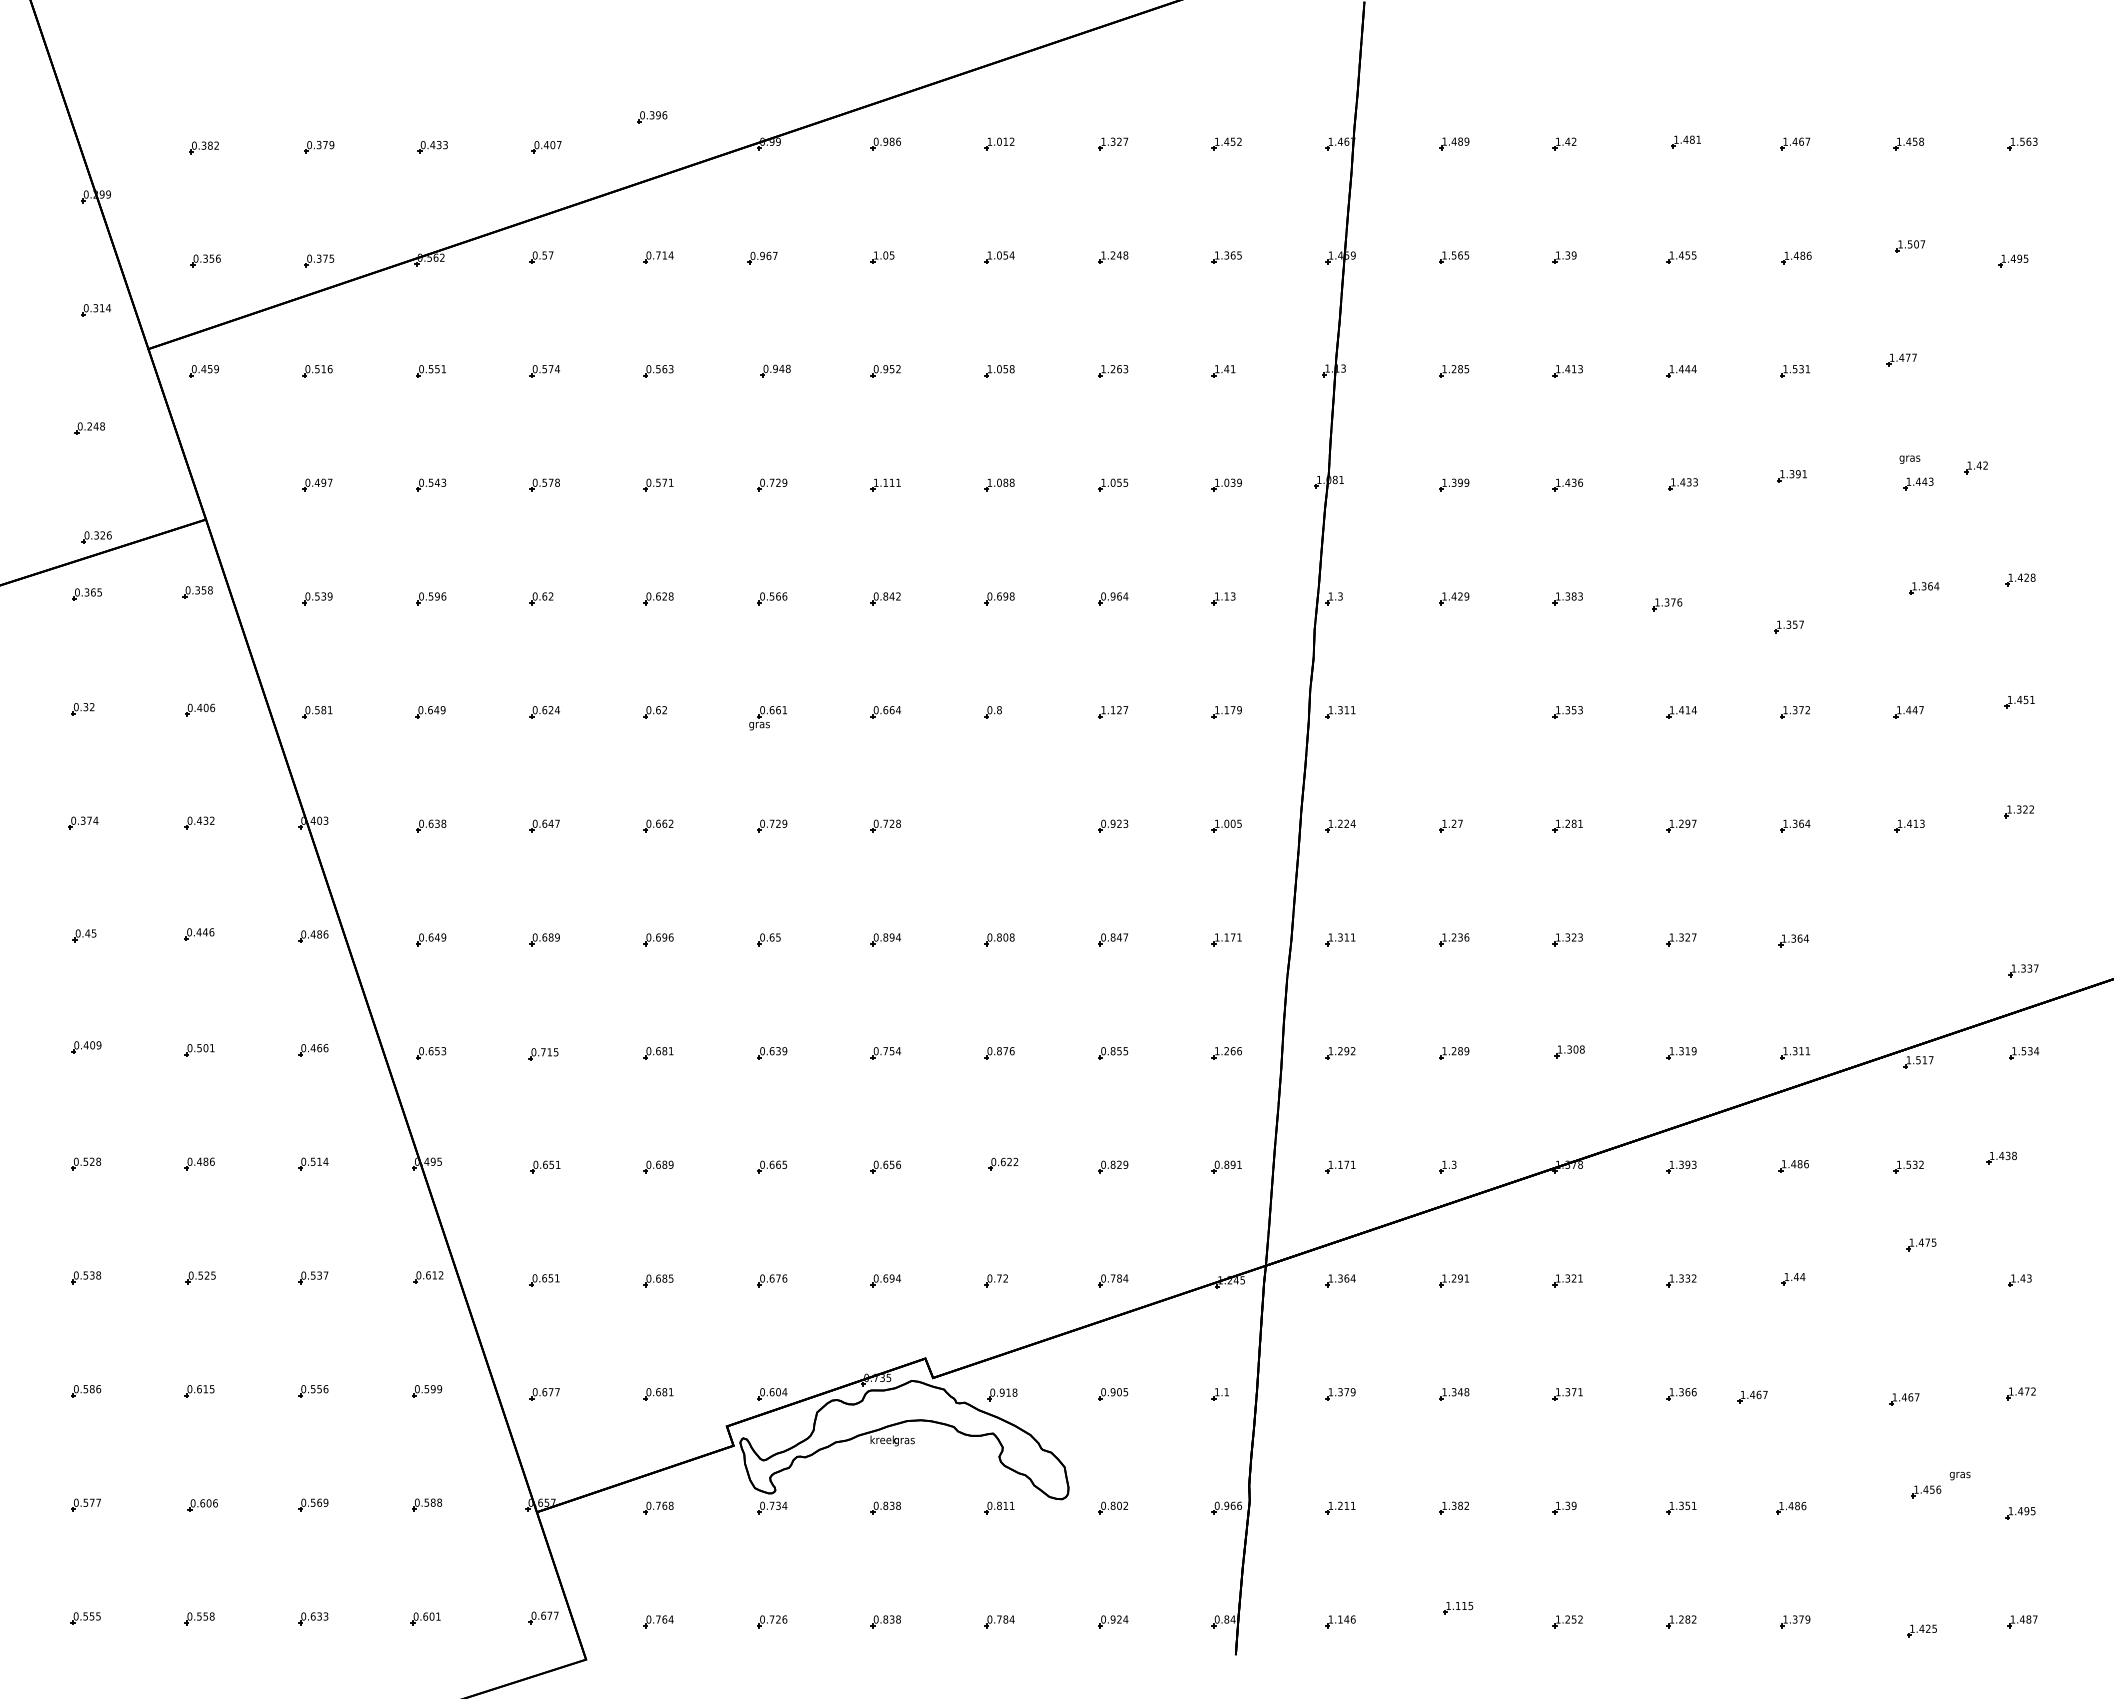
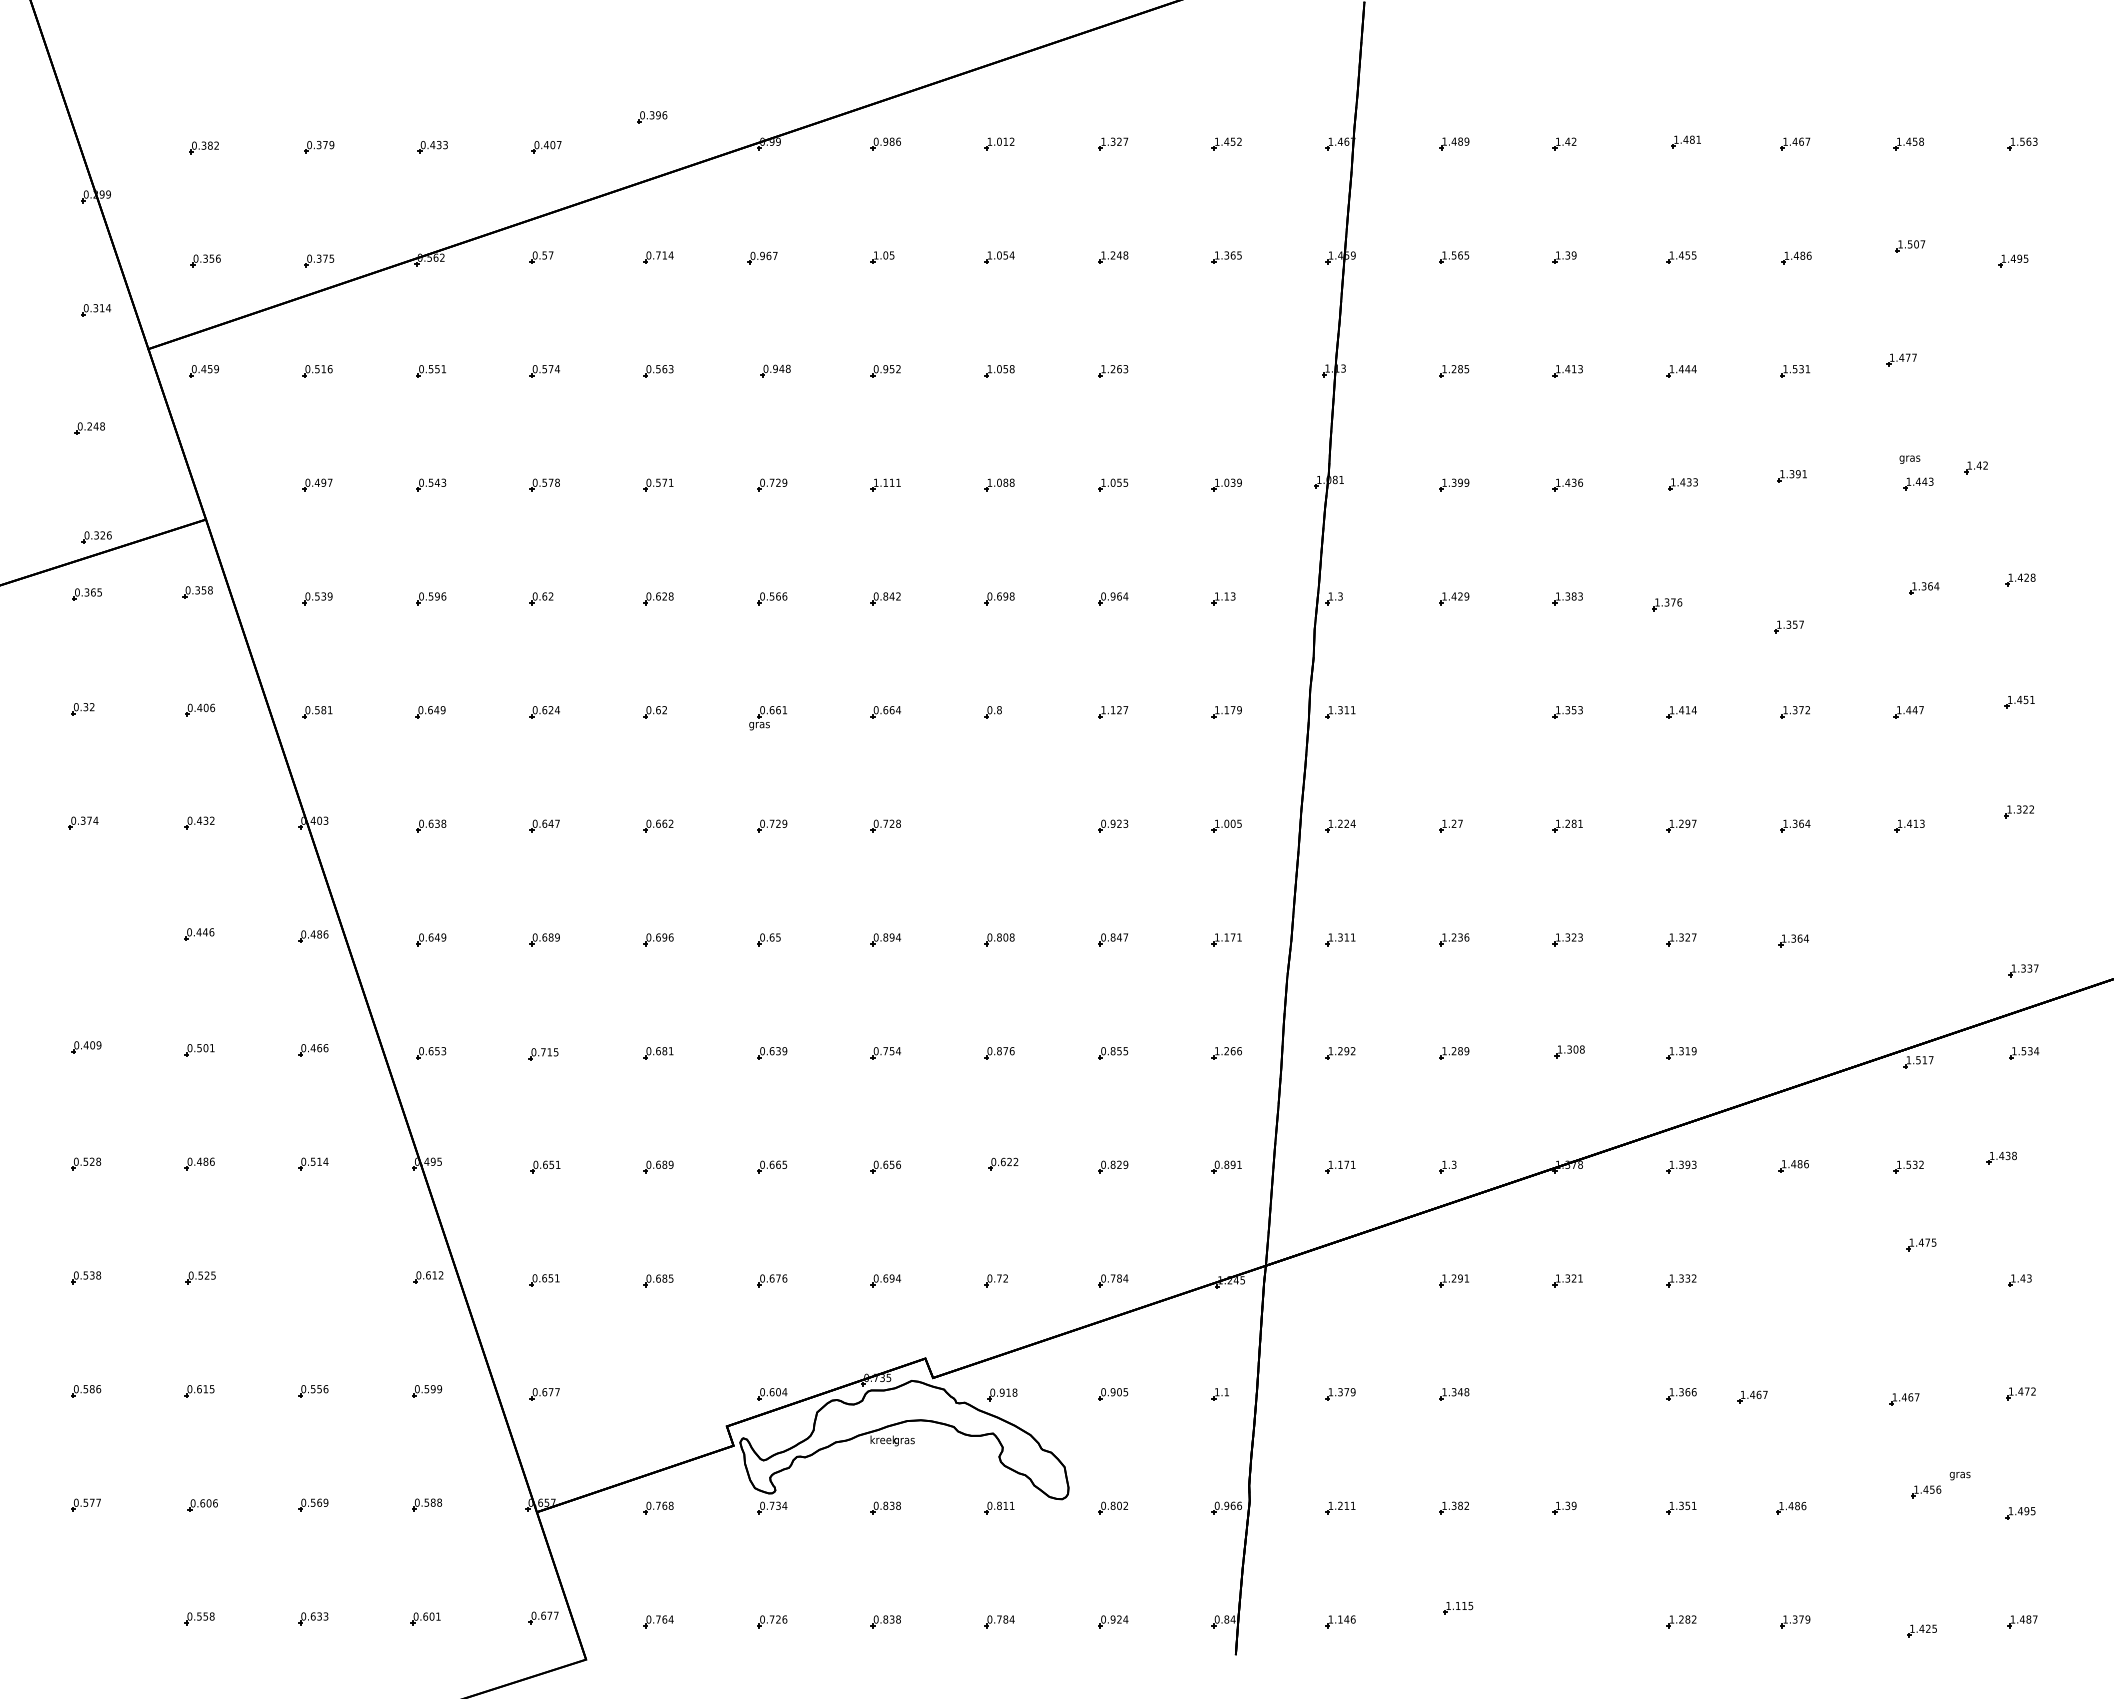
part at (1223, 371): present -> none
part at (84, 935): present -> none
part at (1795, 1053): present -> none
part at (313, 1277): present -> none
part at (1793, 1279): present -> none
part at (1340, 1280): present -> none
part at (658, 1394): present -> none
part at (1567, 1394): present -> none
part at (85, 1618): present -> none
part at (1567, 1621): present -> none
